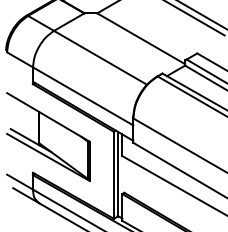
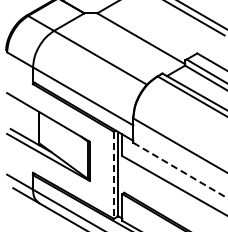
line at (180, 170): solid -> dashed
line at (113, 175): solid -> dashed
